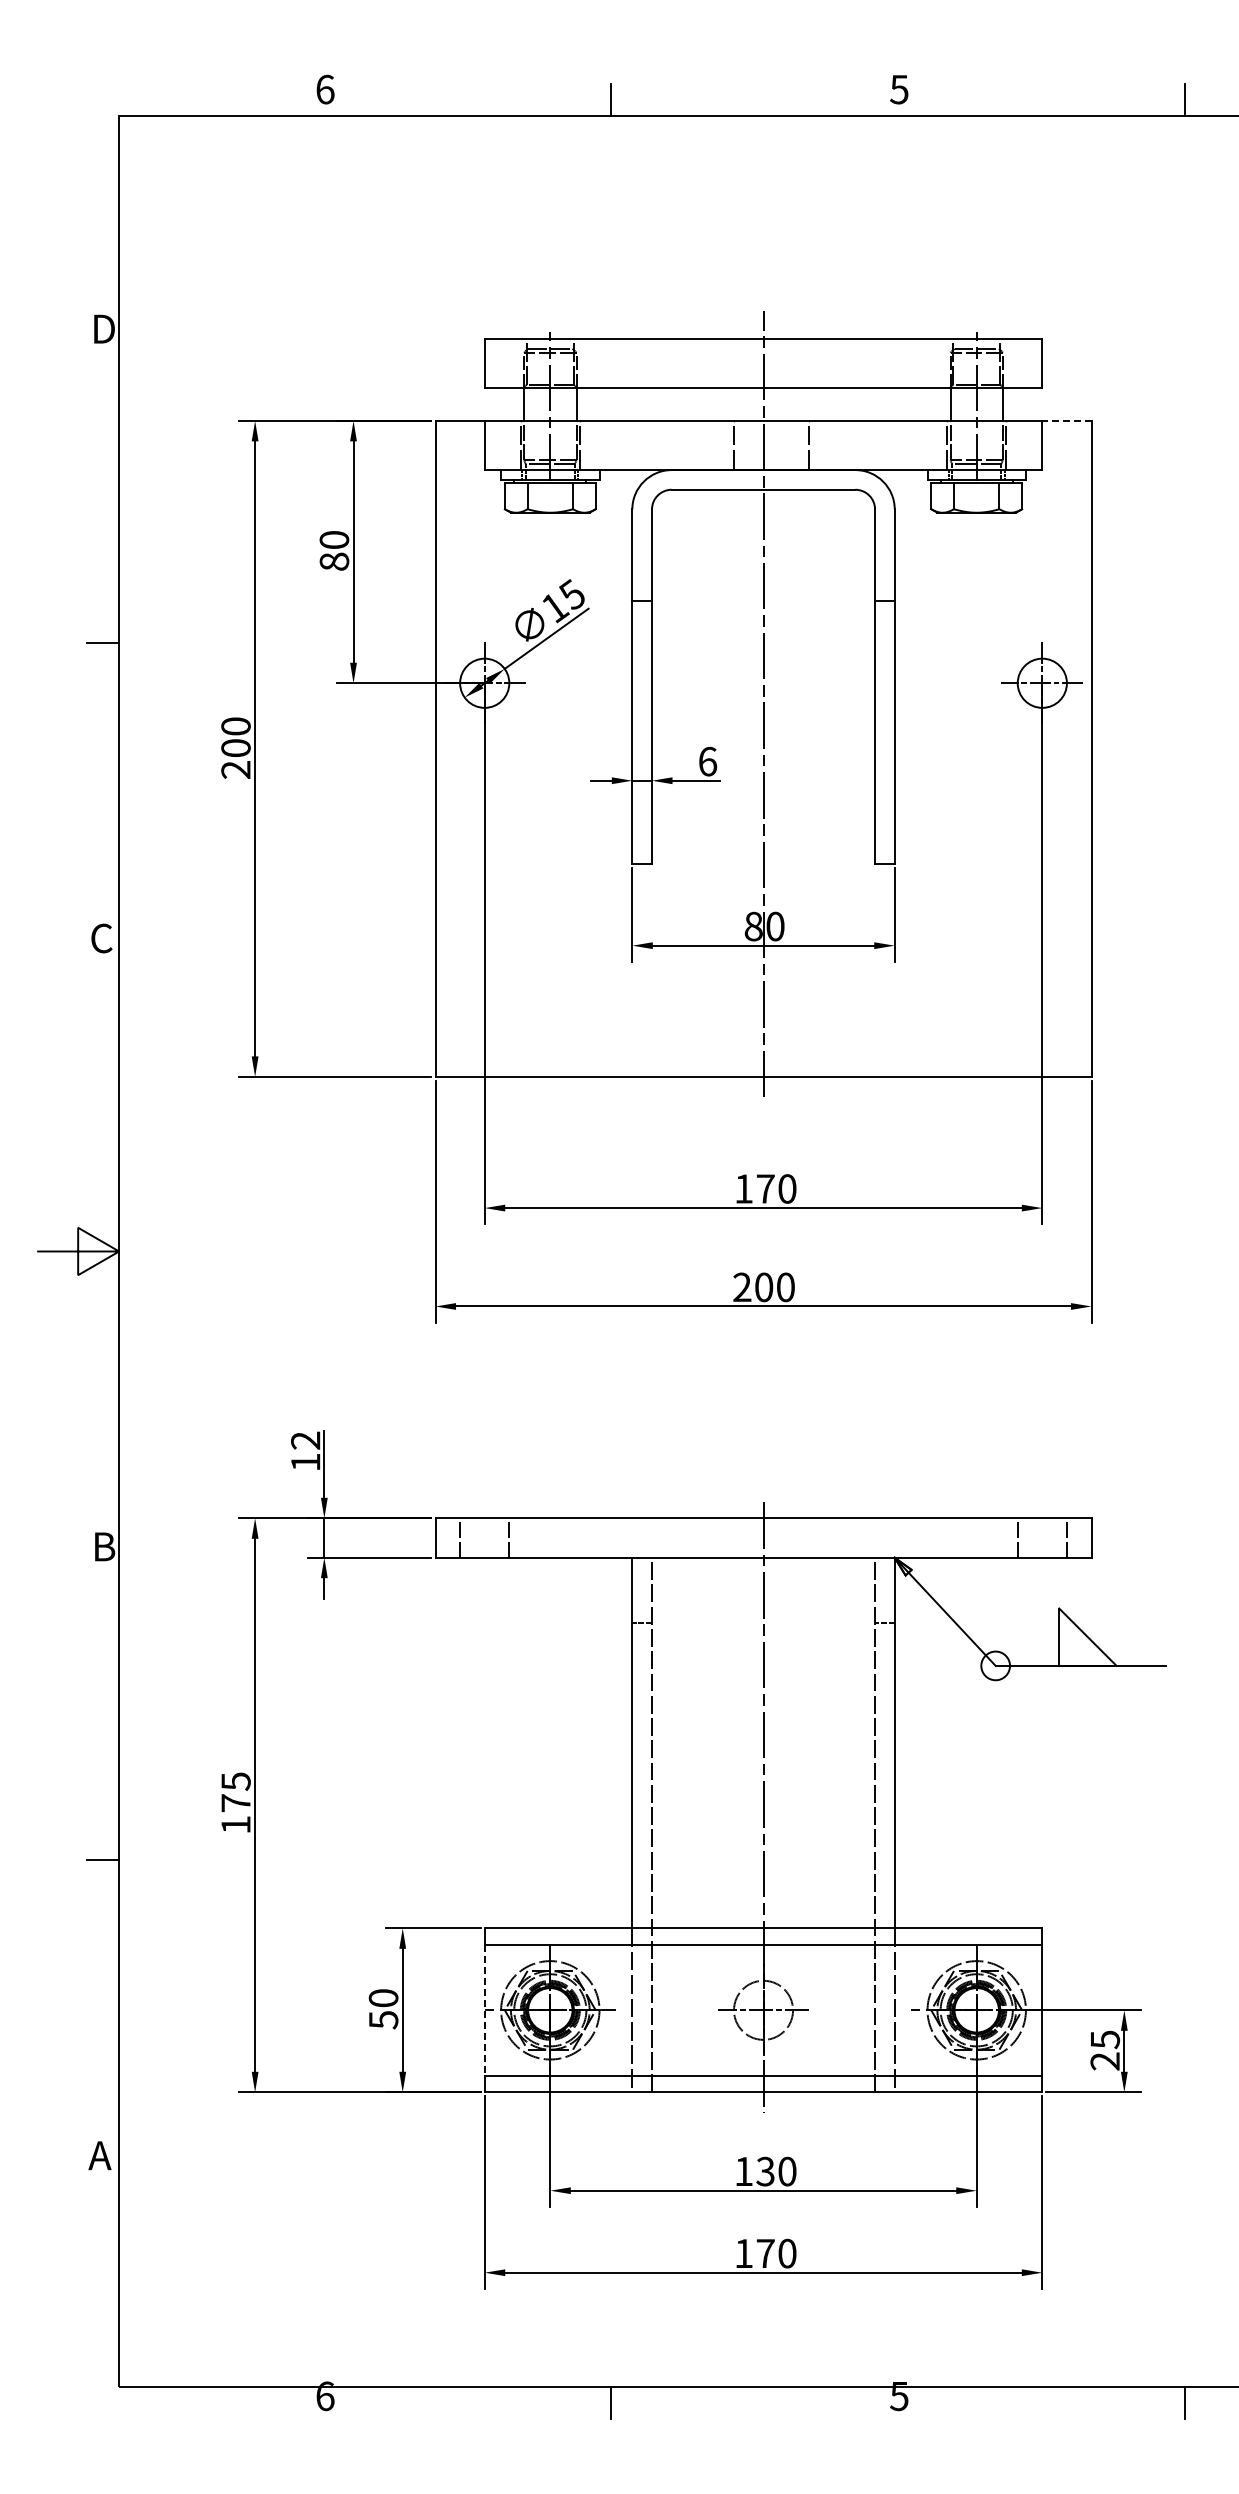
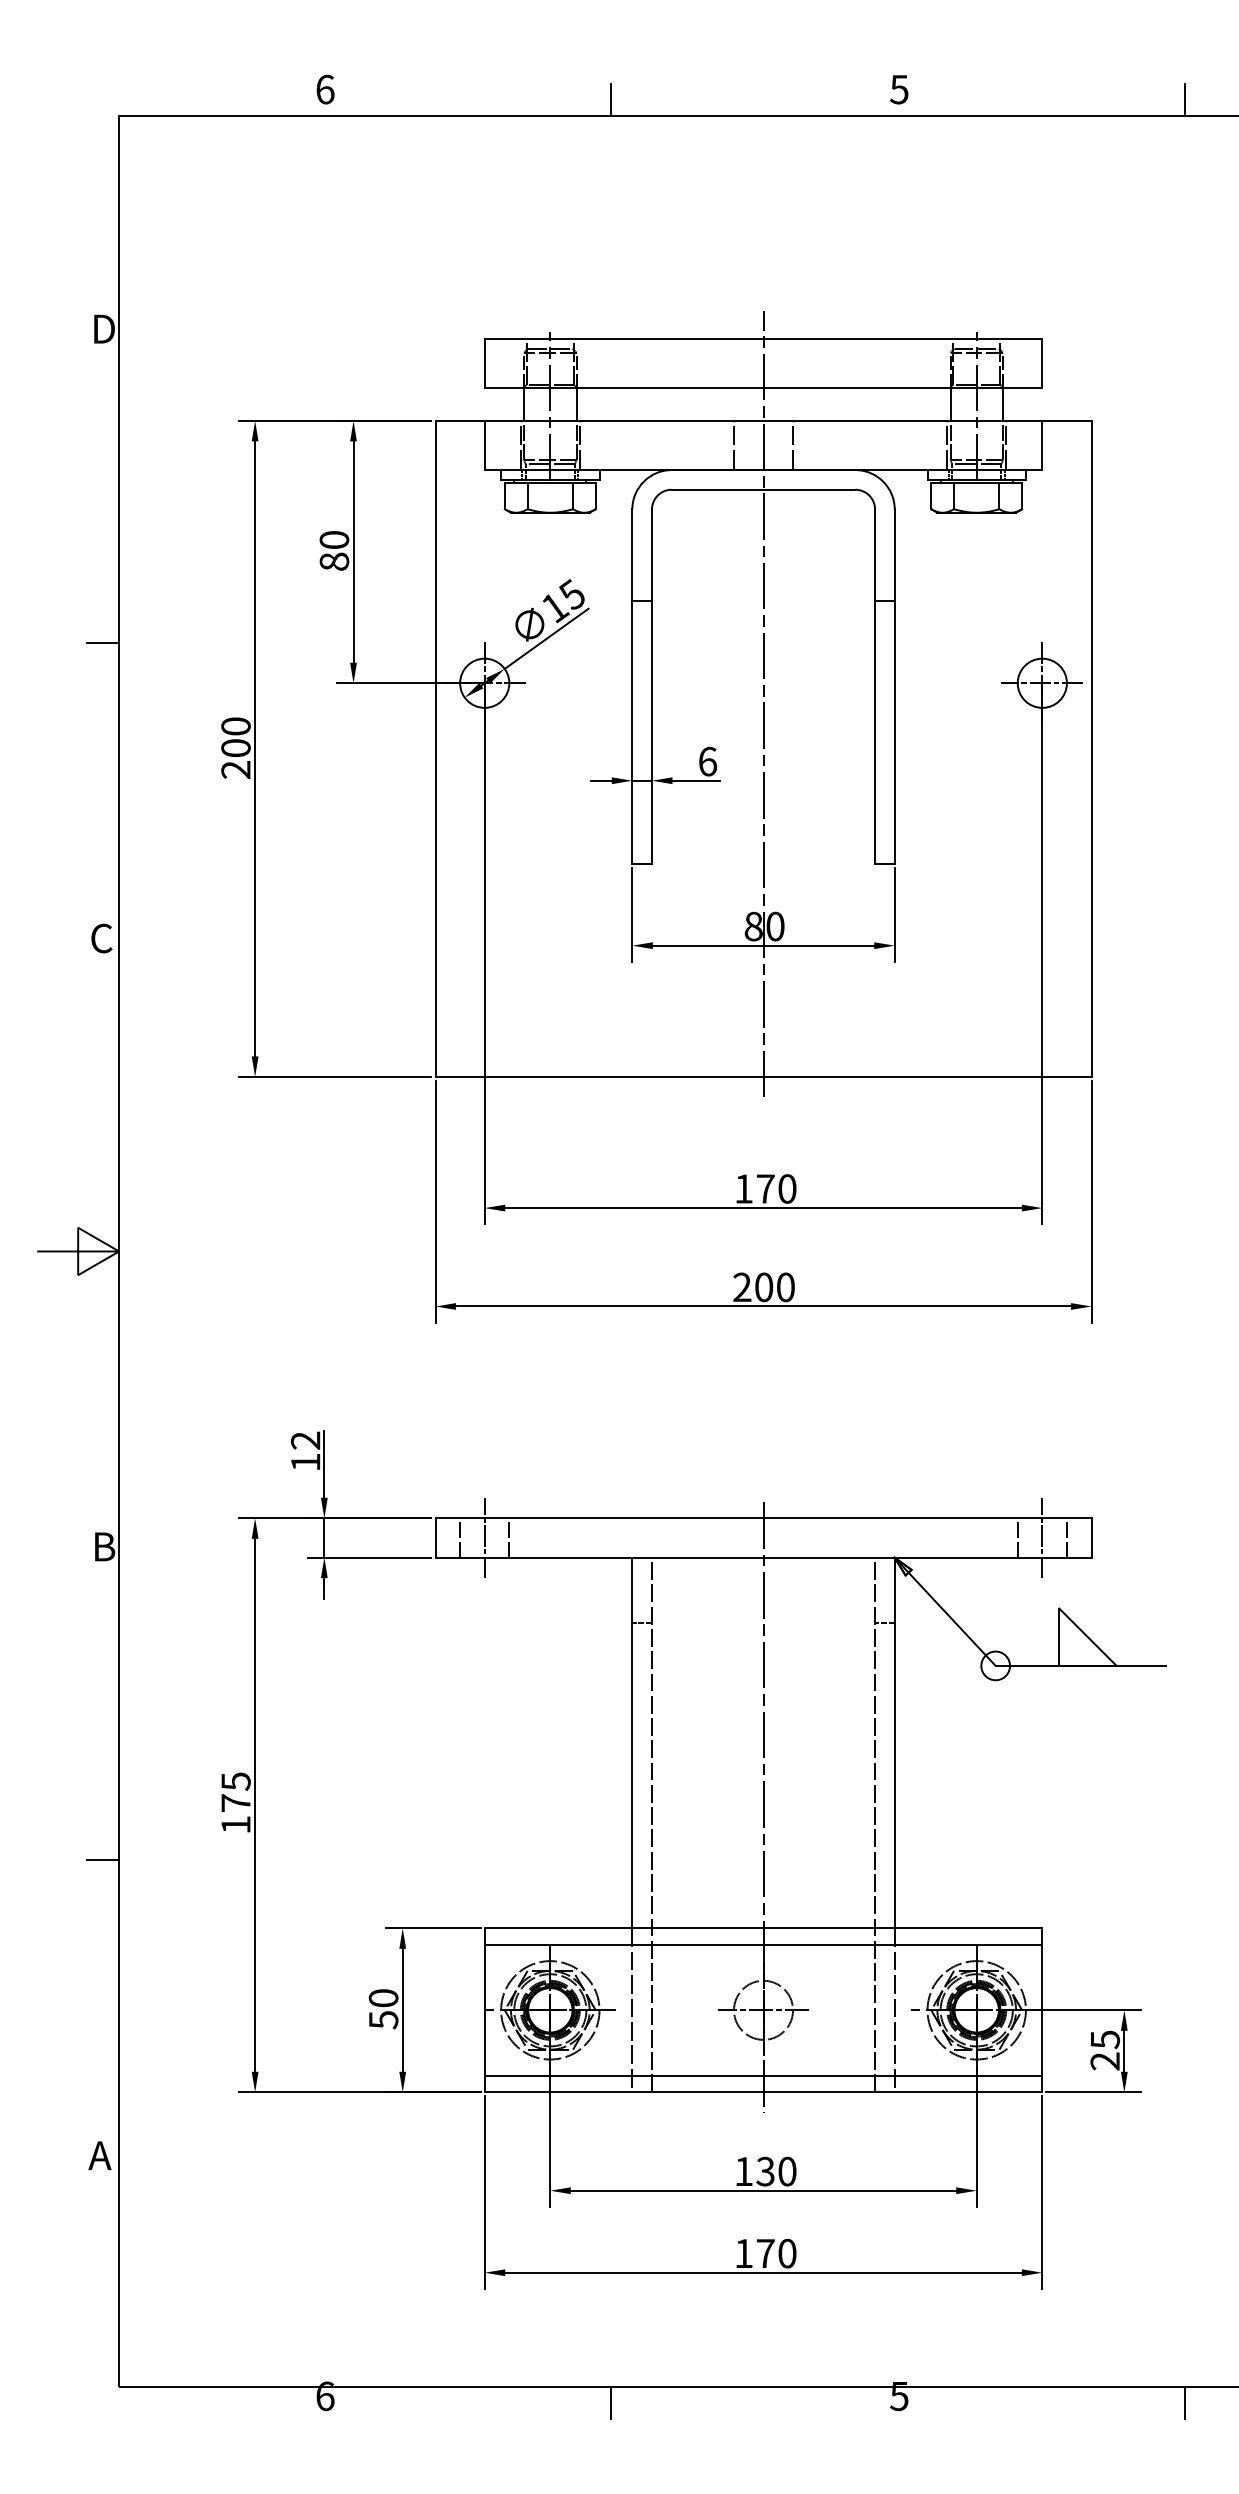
line at (1066, 420): dashed -> solid
line at (809, 445) position: (809, 445) -> (793, 445)
line at (484, 1537): none -> present
line at (1042, 1537): none -> present
line at (484, 2010): dashed -> solid
